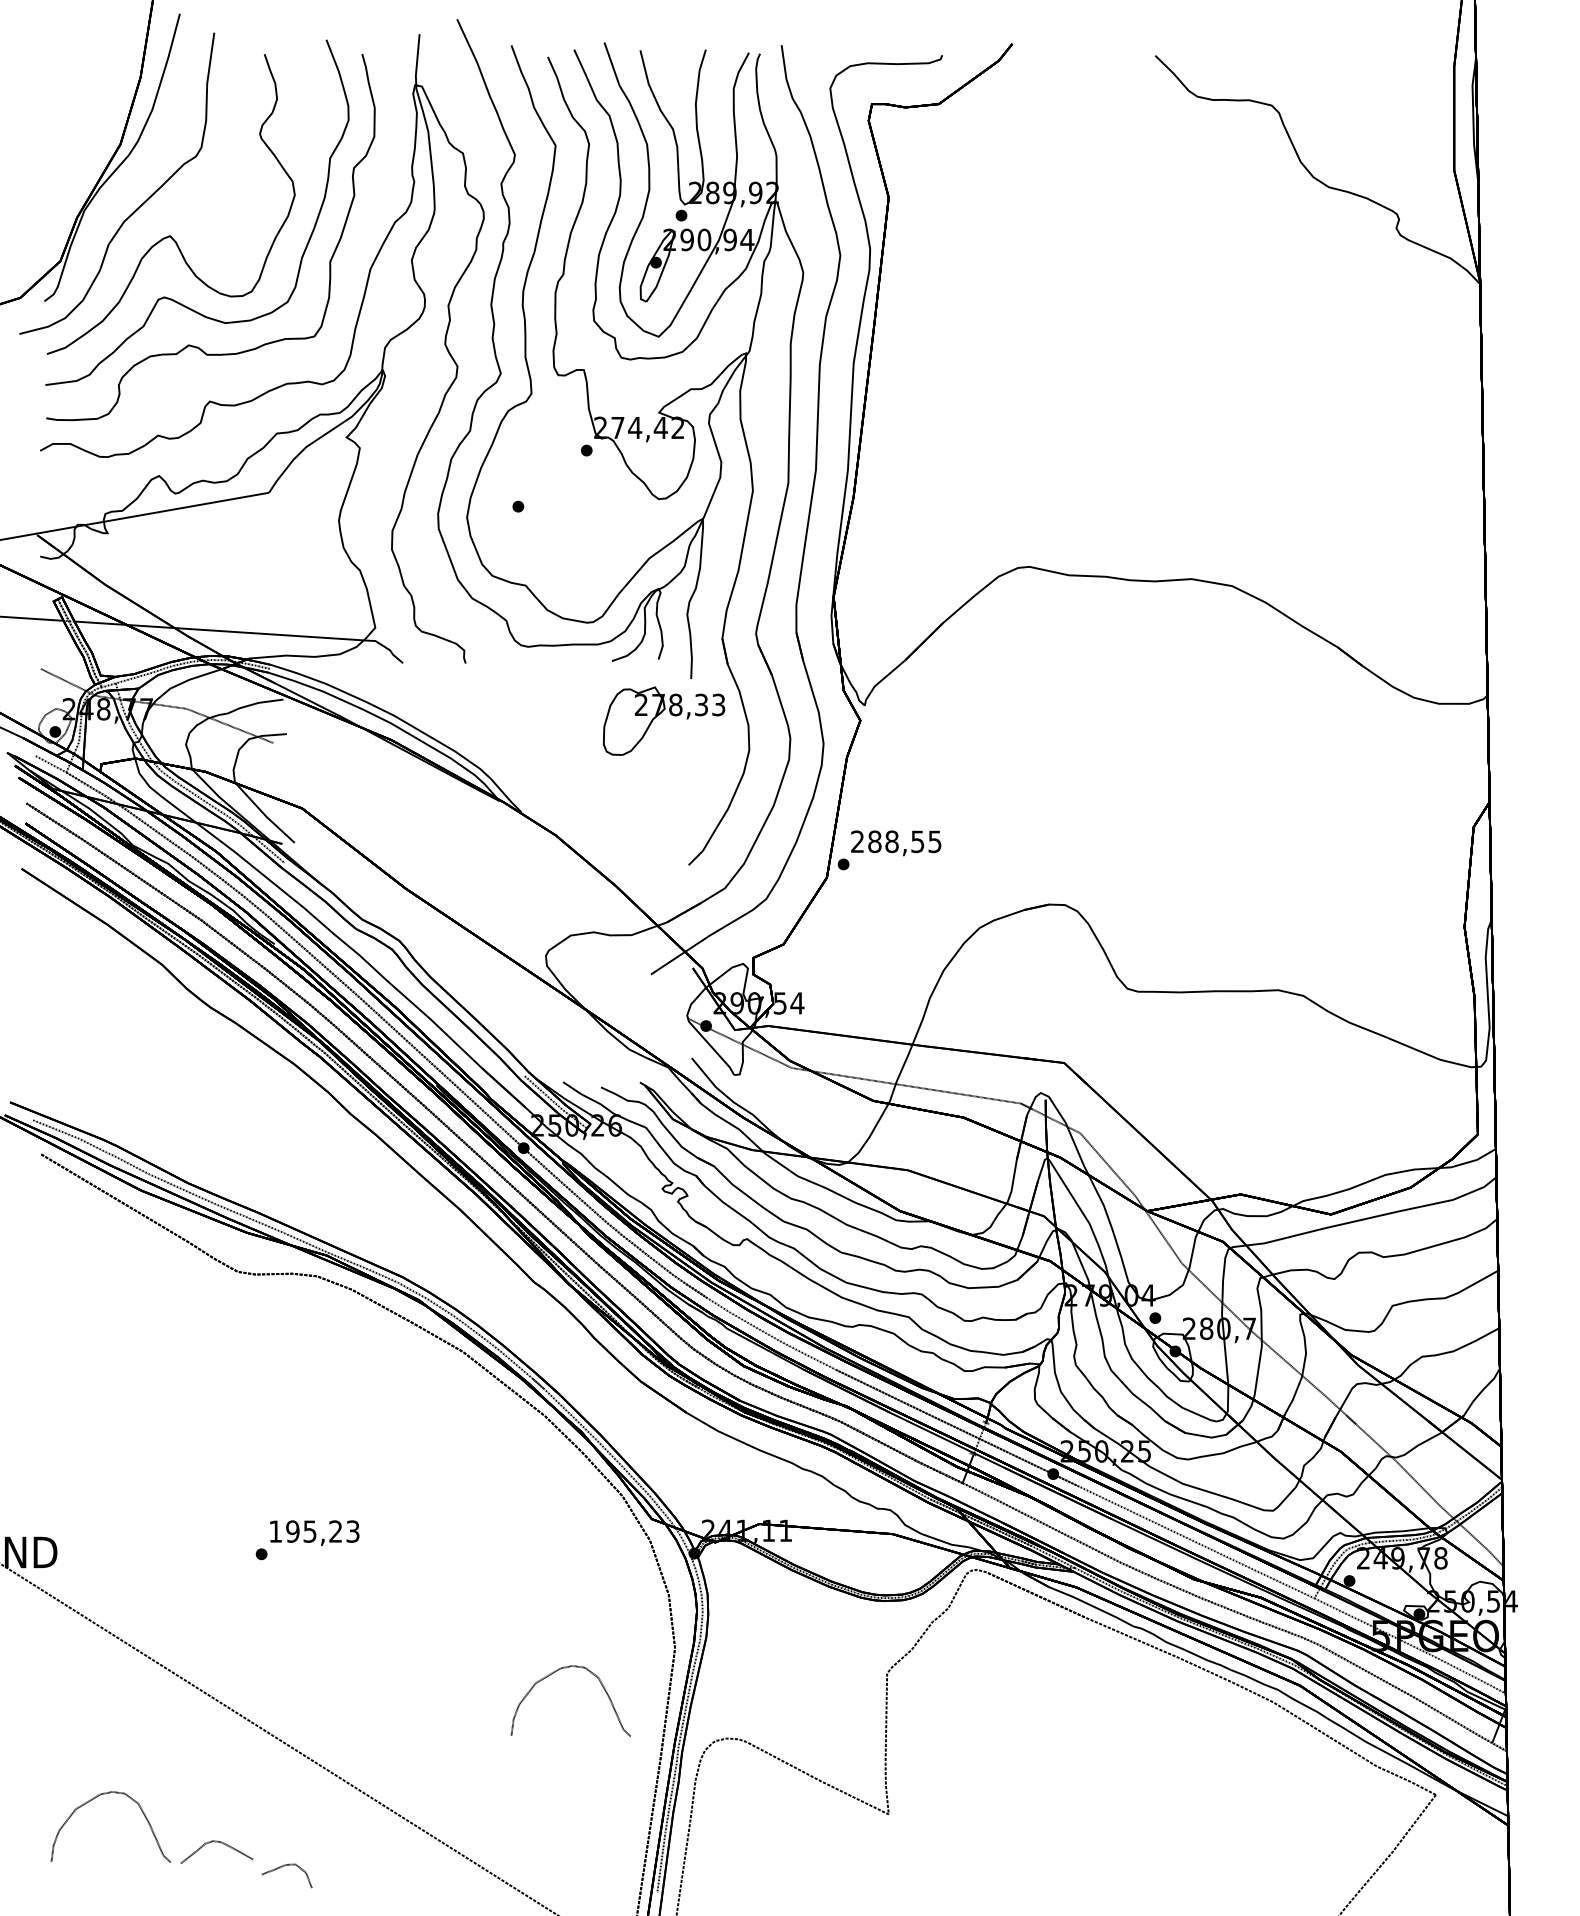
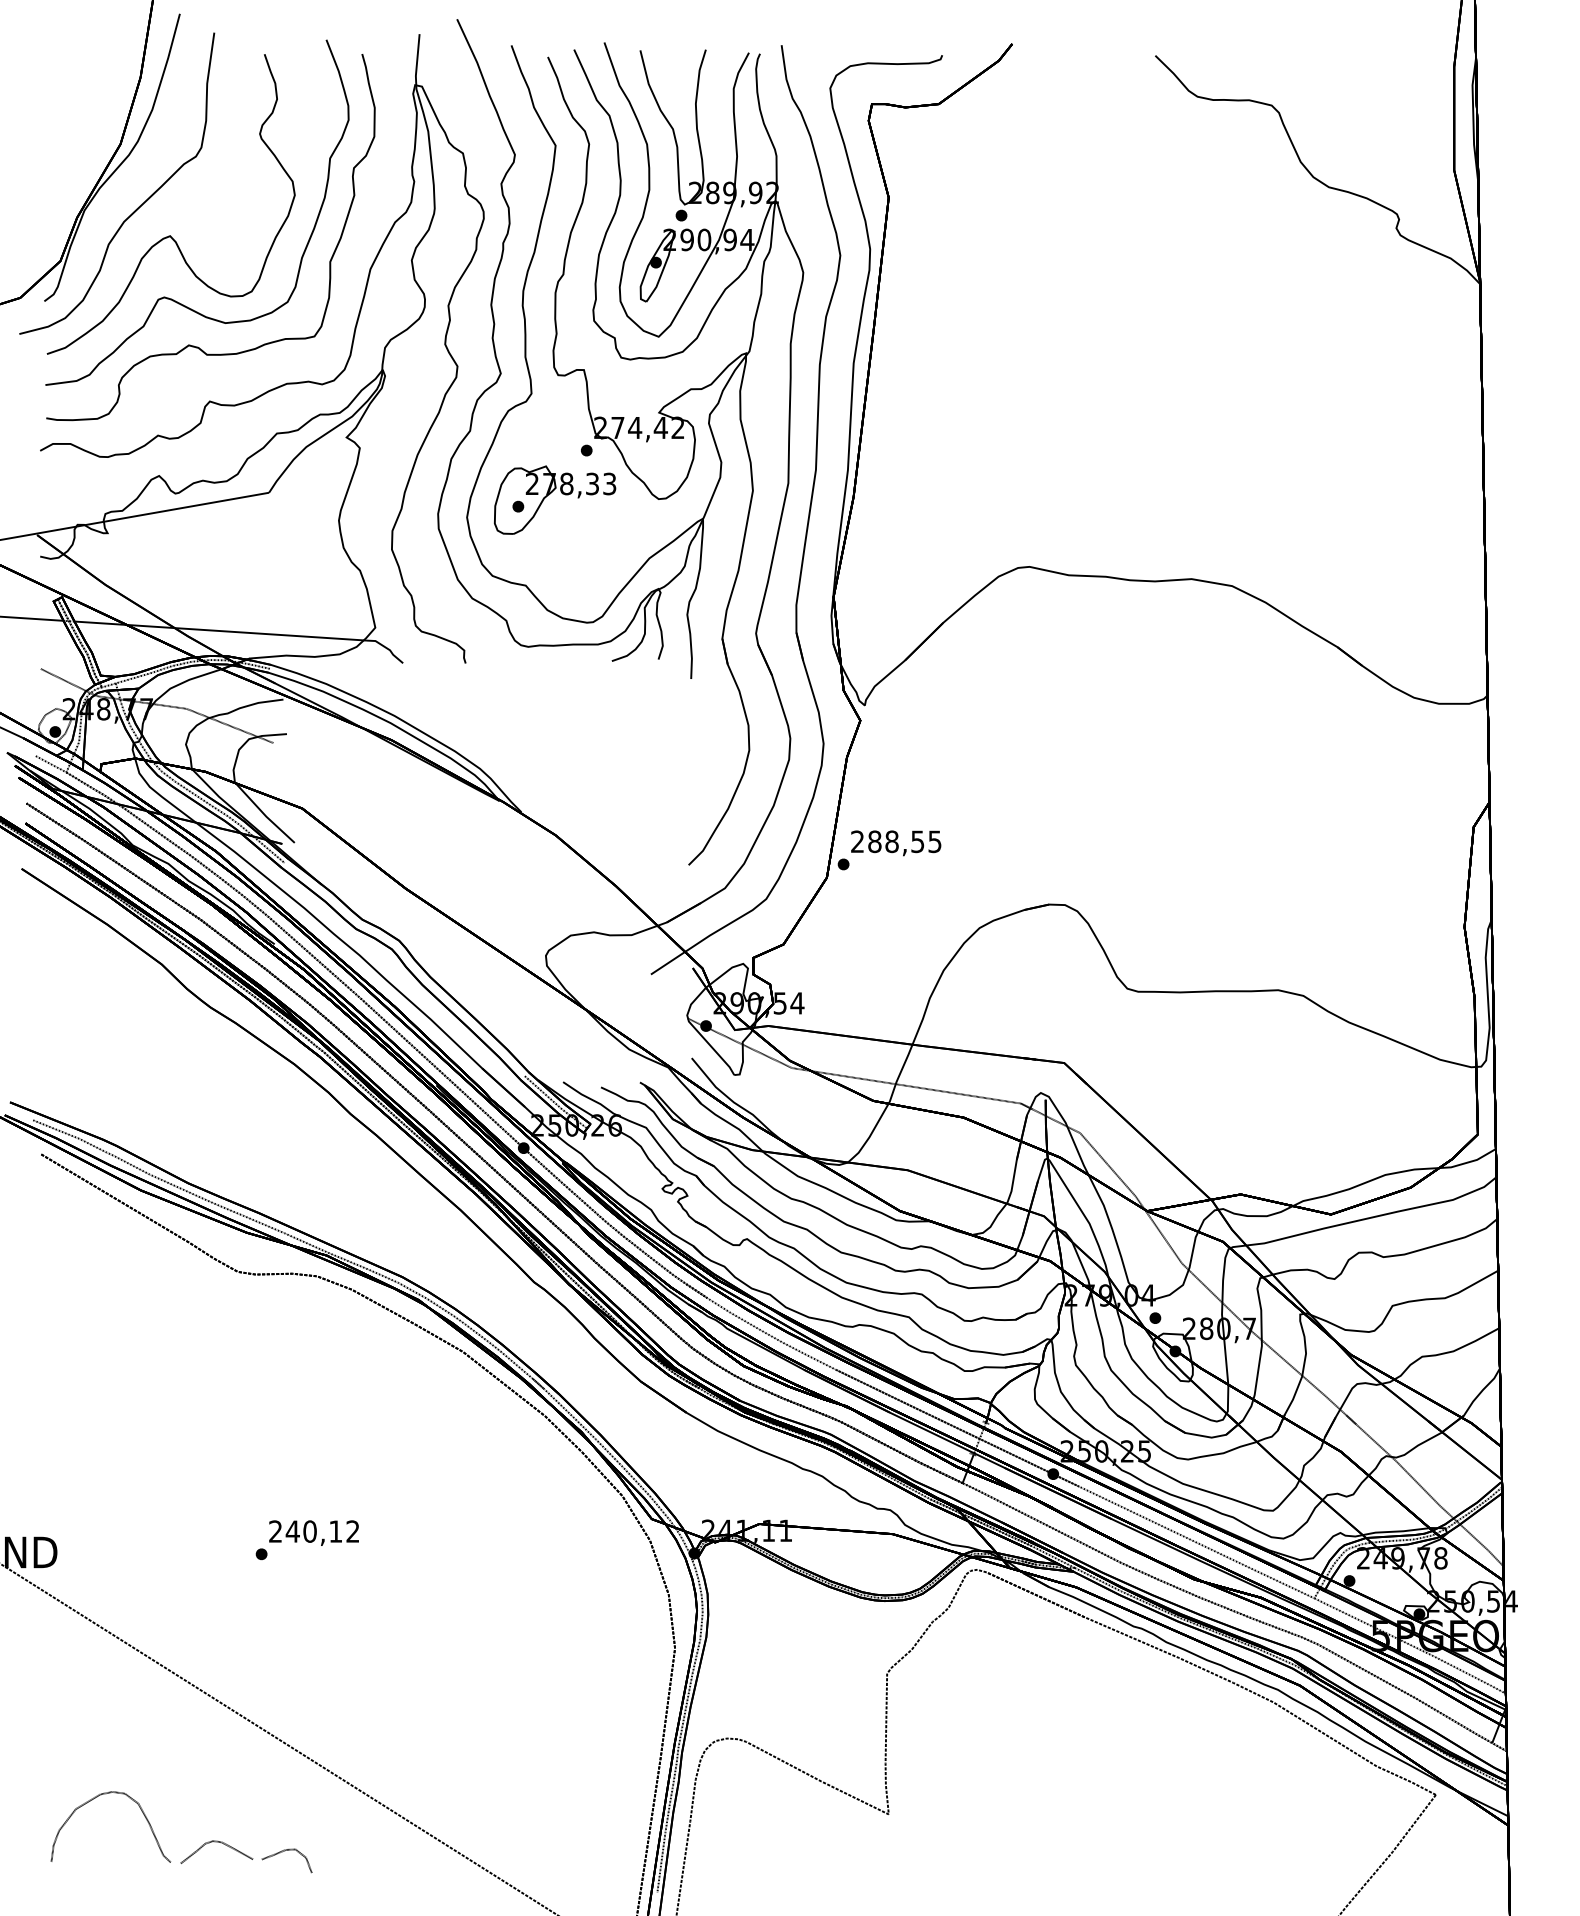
part at (659, 715) position: (659, 715) -> (550, 494)
text at (314, 1531): 195,23 -> 240,12
curve at (552, 1674): present -> none
curve at (282, 1867) position: (282, 1867) -> (282, 1852)
